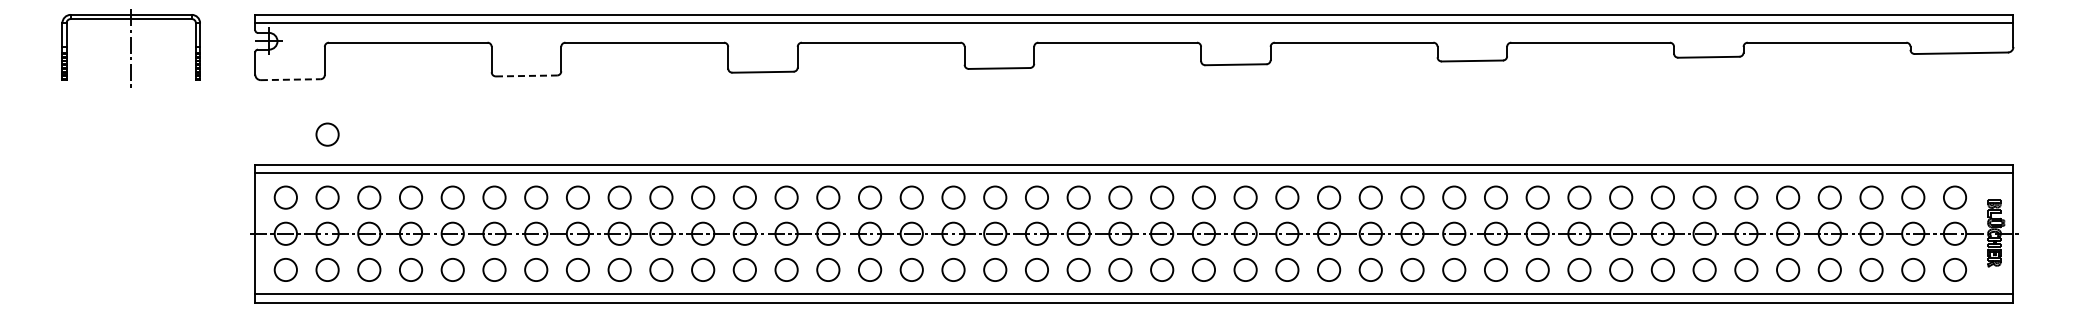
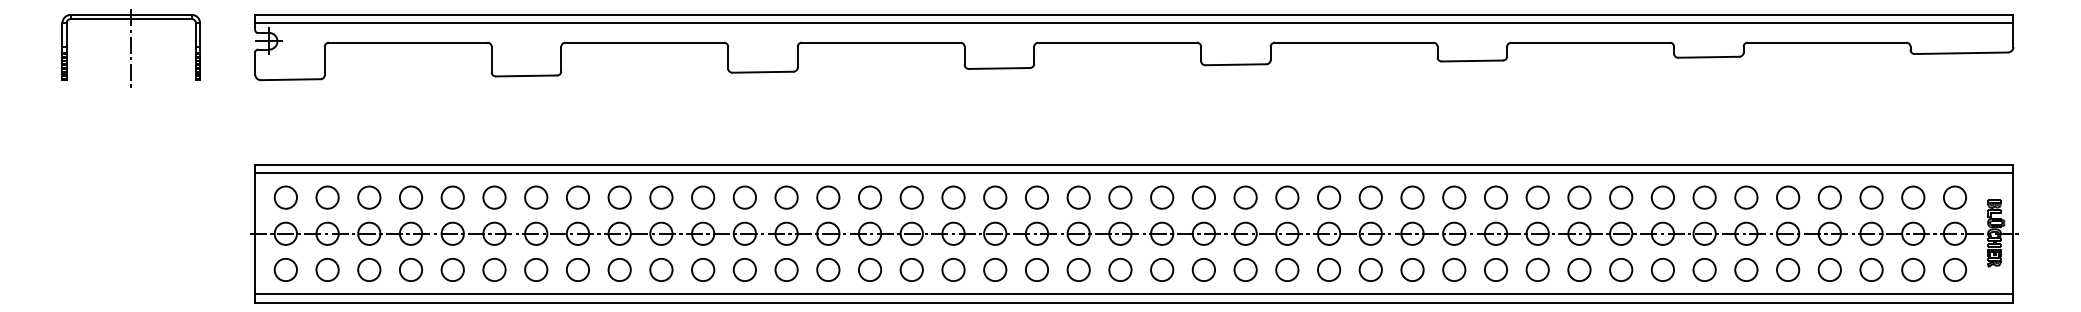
line at (526, 75): dashed -> solid
line at (290, 79): dashed -> solid
circle at (327, 134): present -> none
